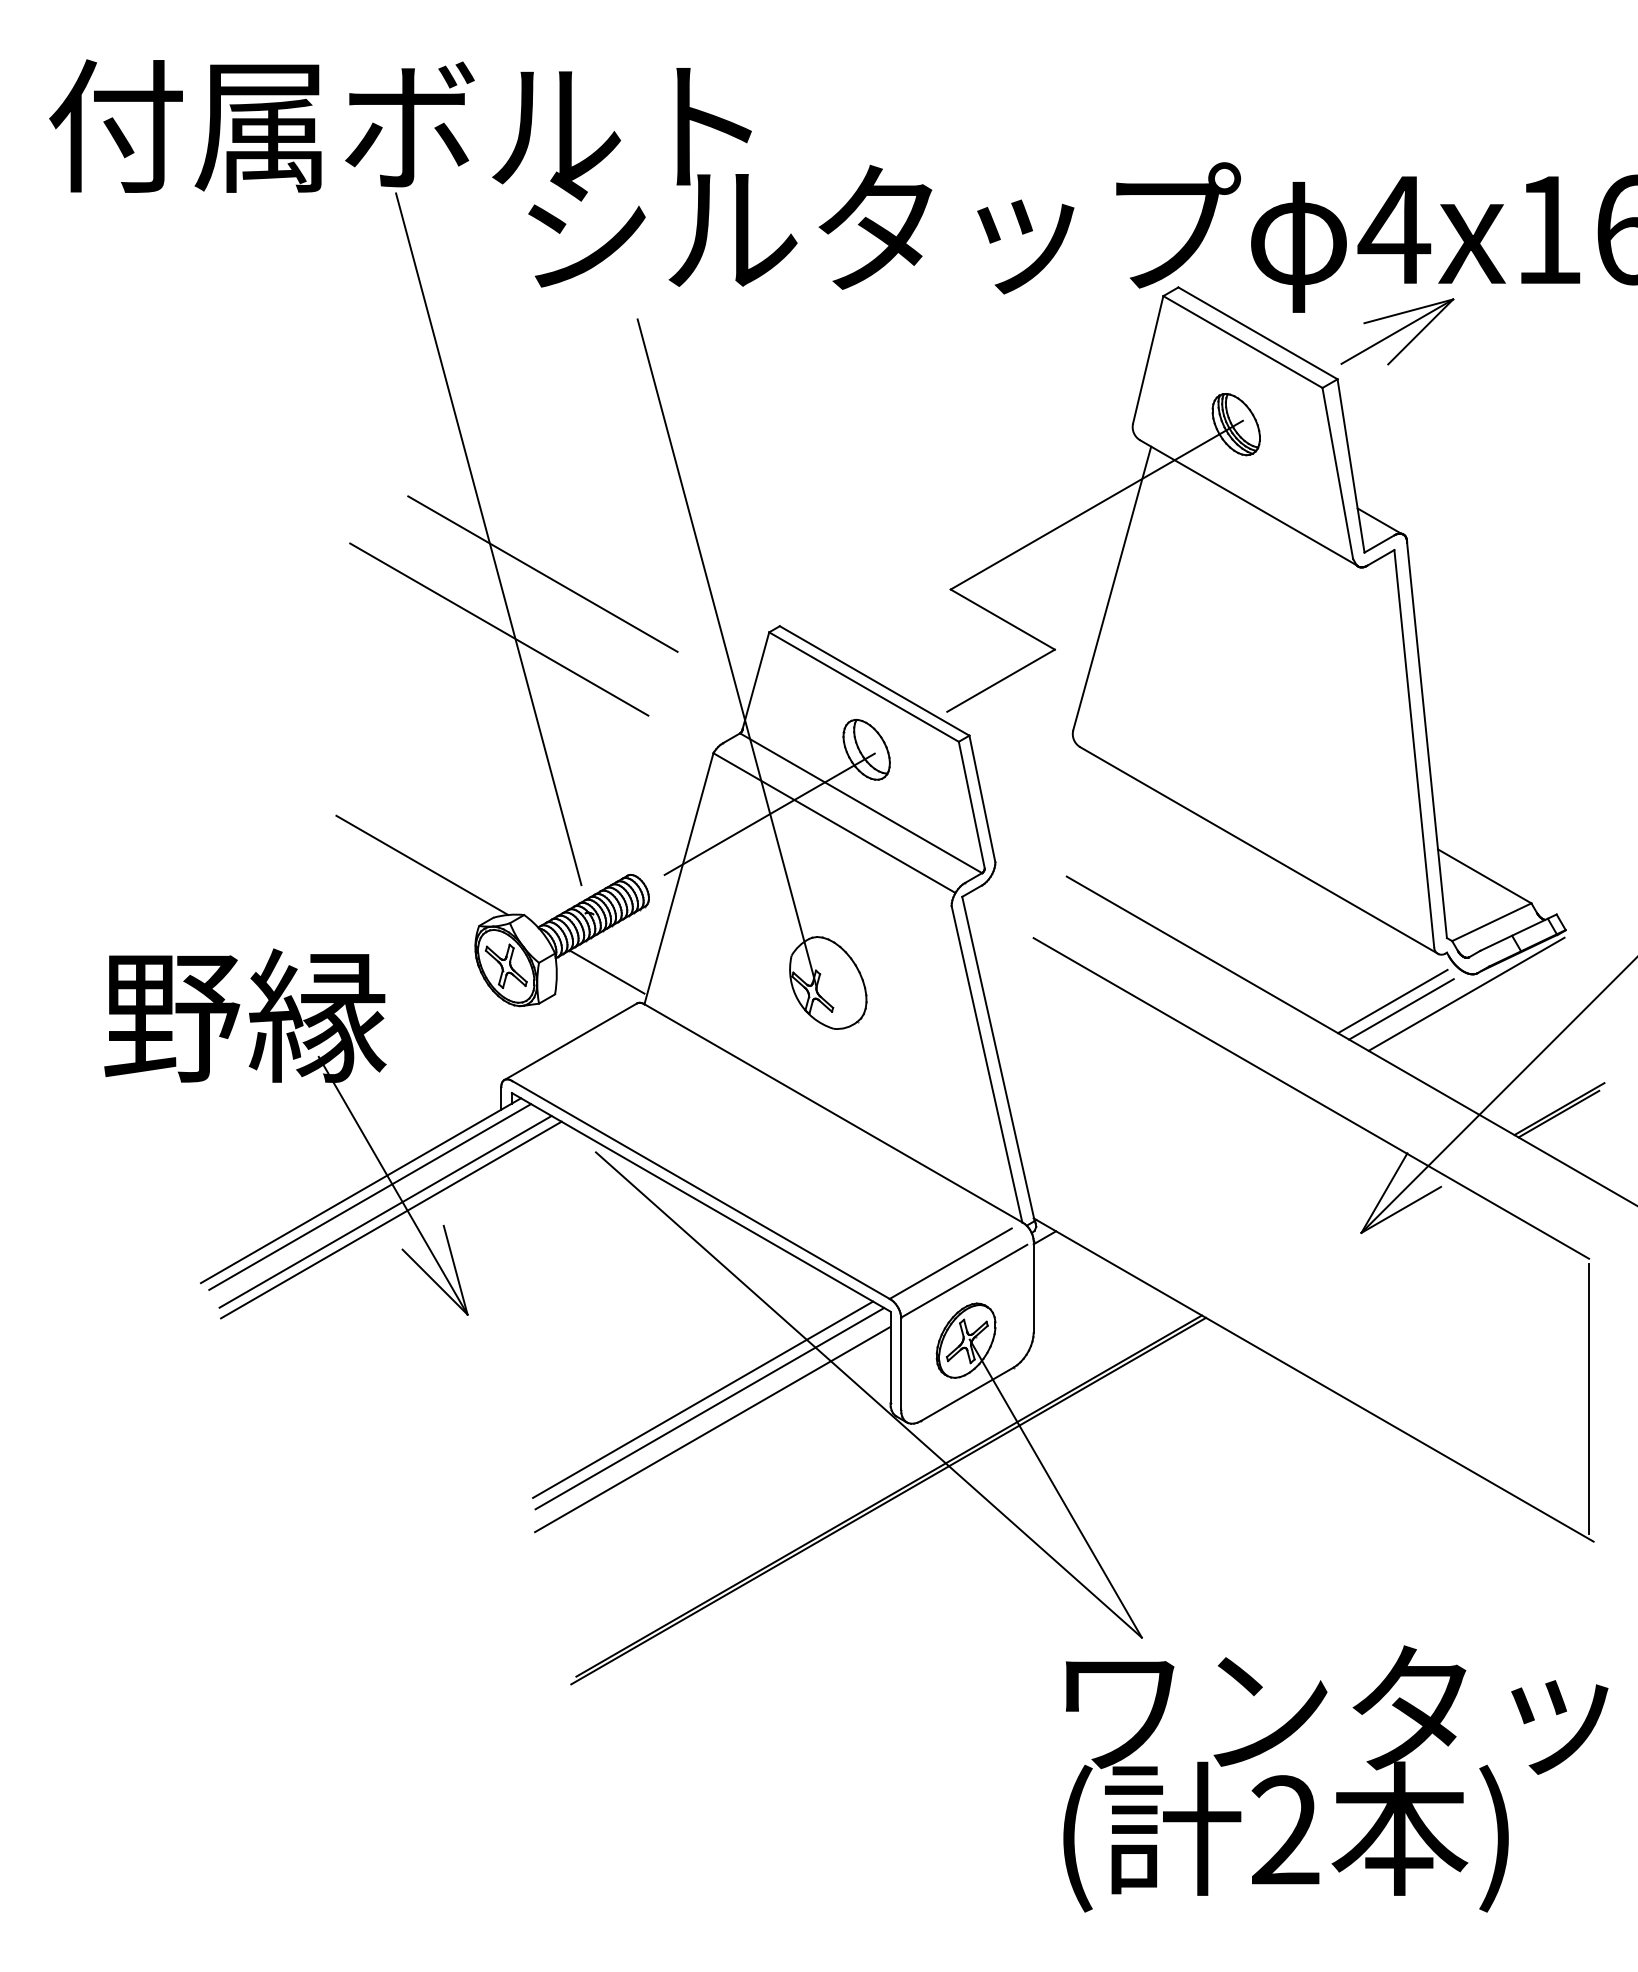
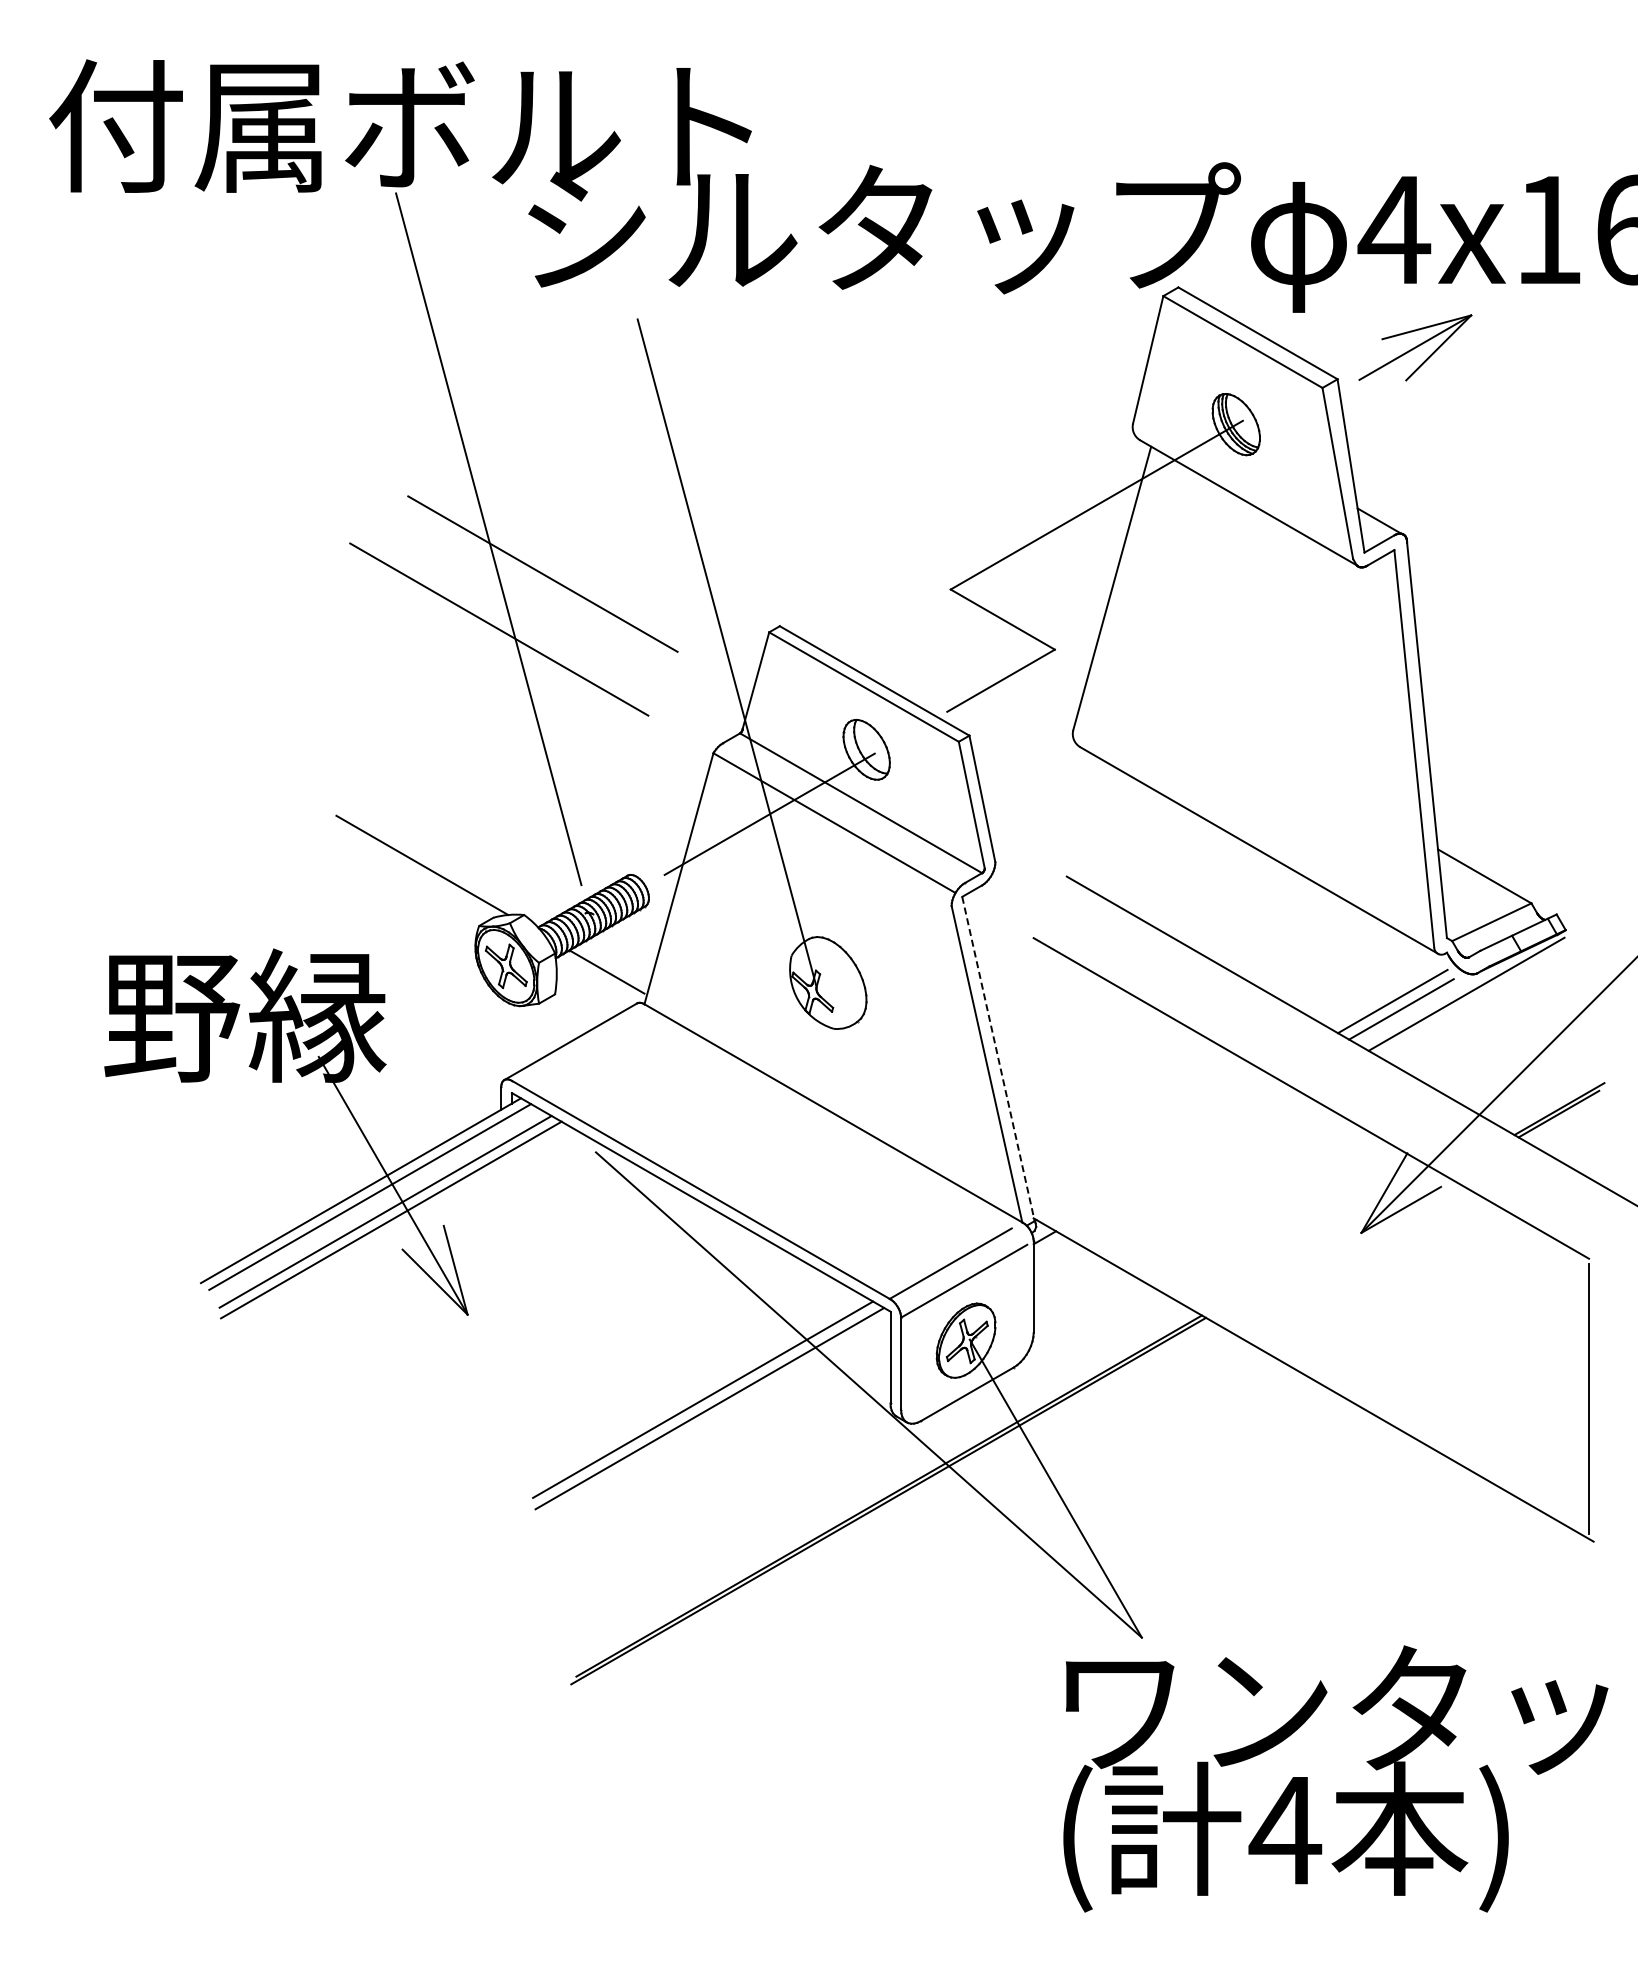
part at (1397, 331) position: (1397, 331) -> (1415, 347)
line at (998, 1058): solid -> dashed
line at (712, 1429): present -> none
text at (1285, 1829): 2 -> 4
